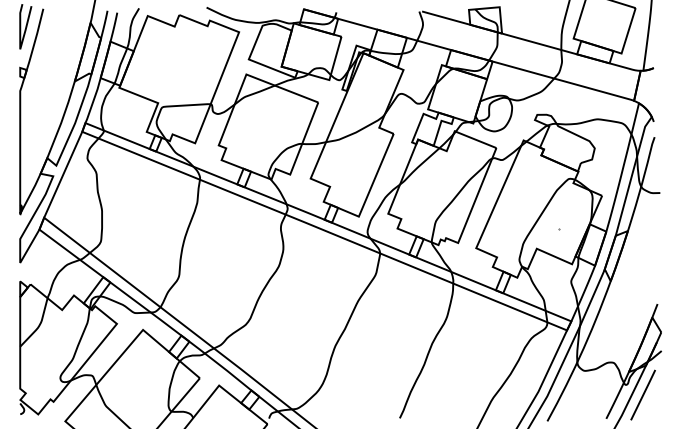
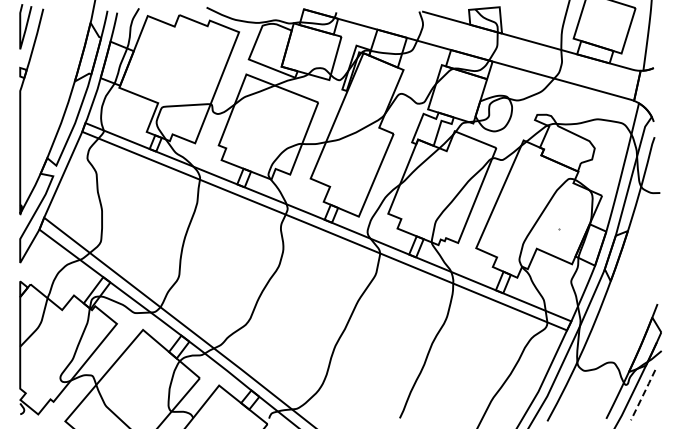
line at (643, 395): solid -> dashed
